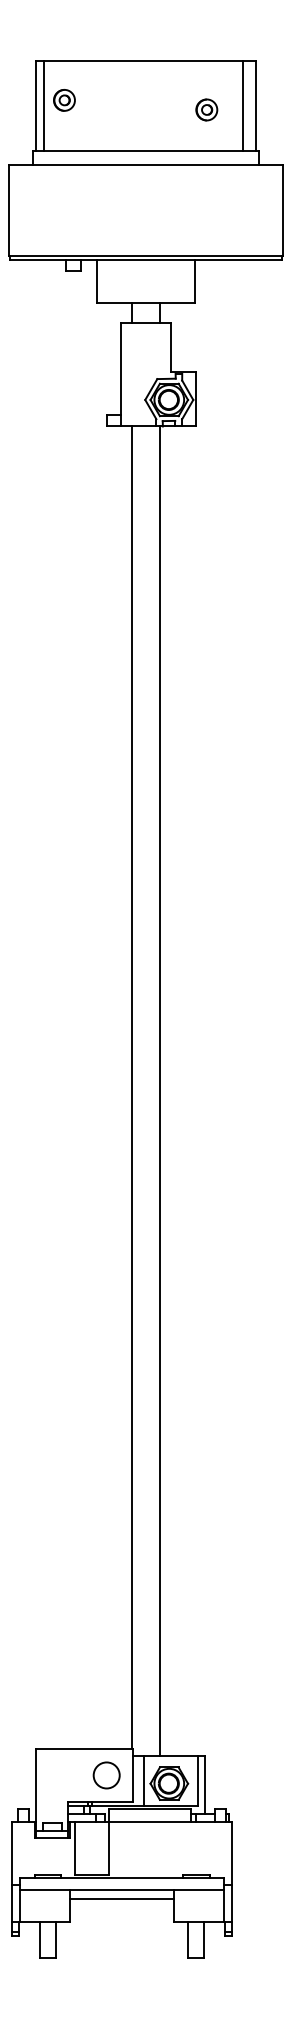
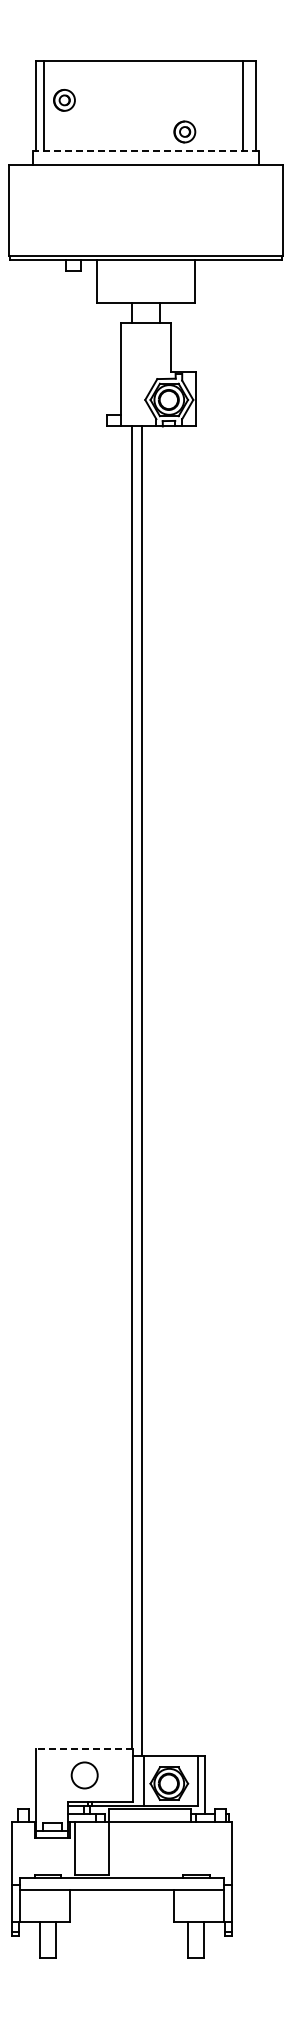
part at (206, 109) position: (206, 109) -> (184, 131)
line at (145, 151): solid -> dashed
line at (160, 1090) position: (160, 1090) -> (142, 1090)
line at (84, 1749): solid -> dashed
circle at (106, 1775) position: (106, 1775) -> (84, 1775)
line at (121, 1899): present -> none
